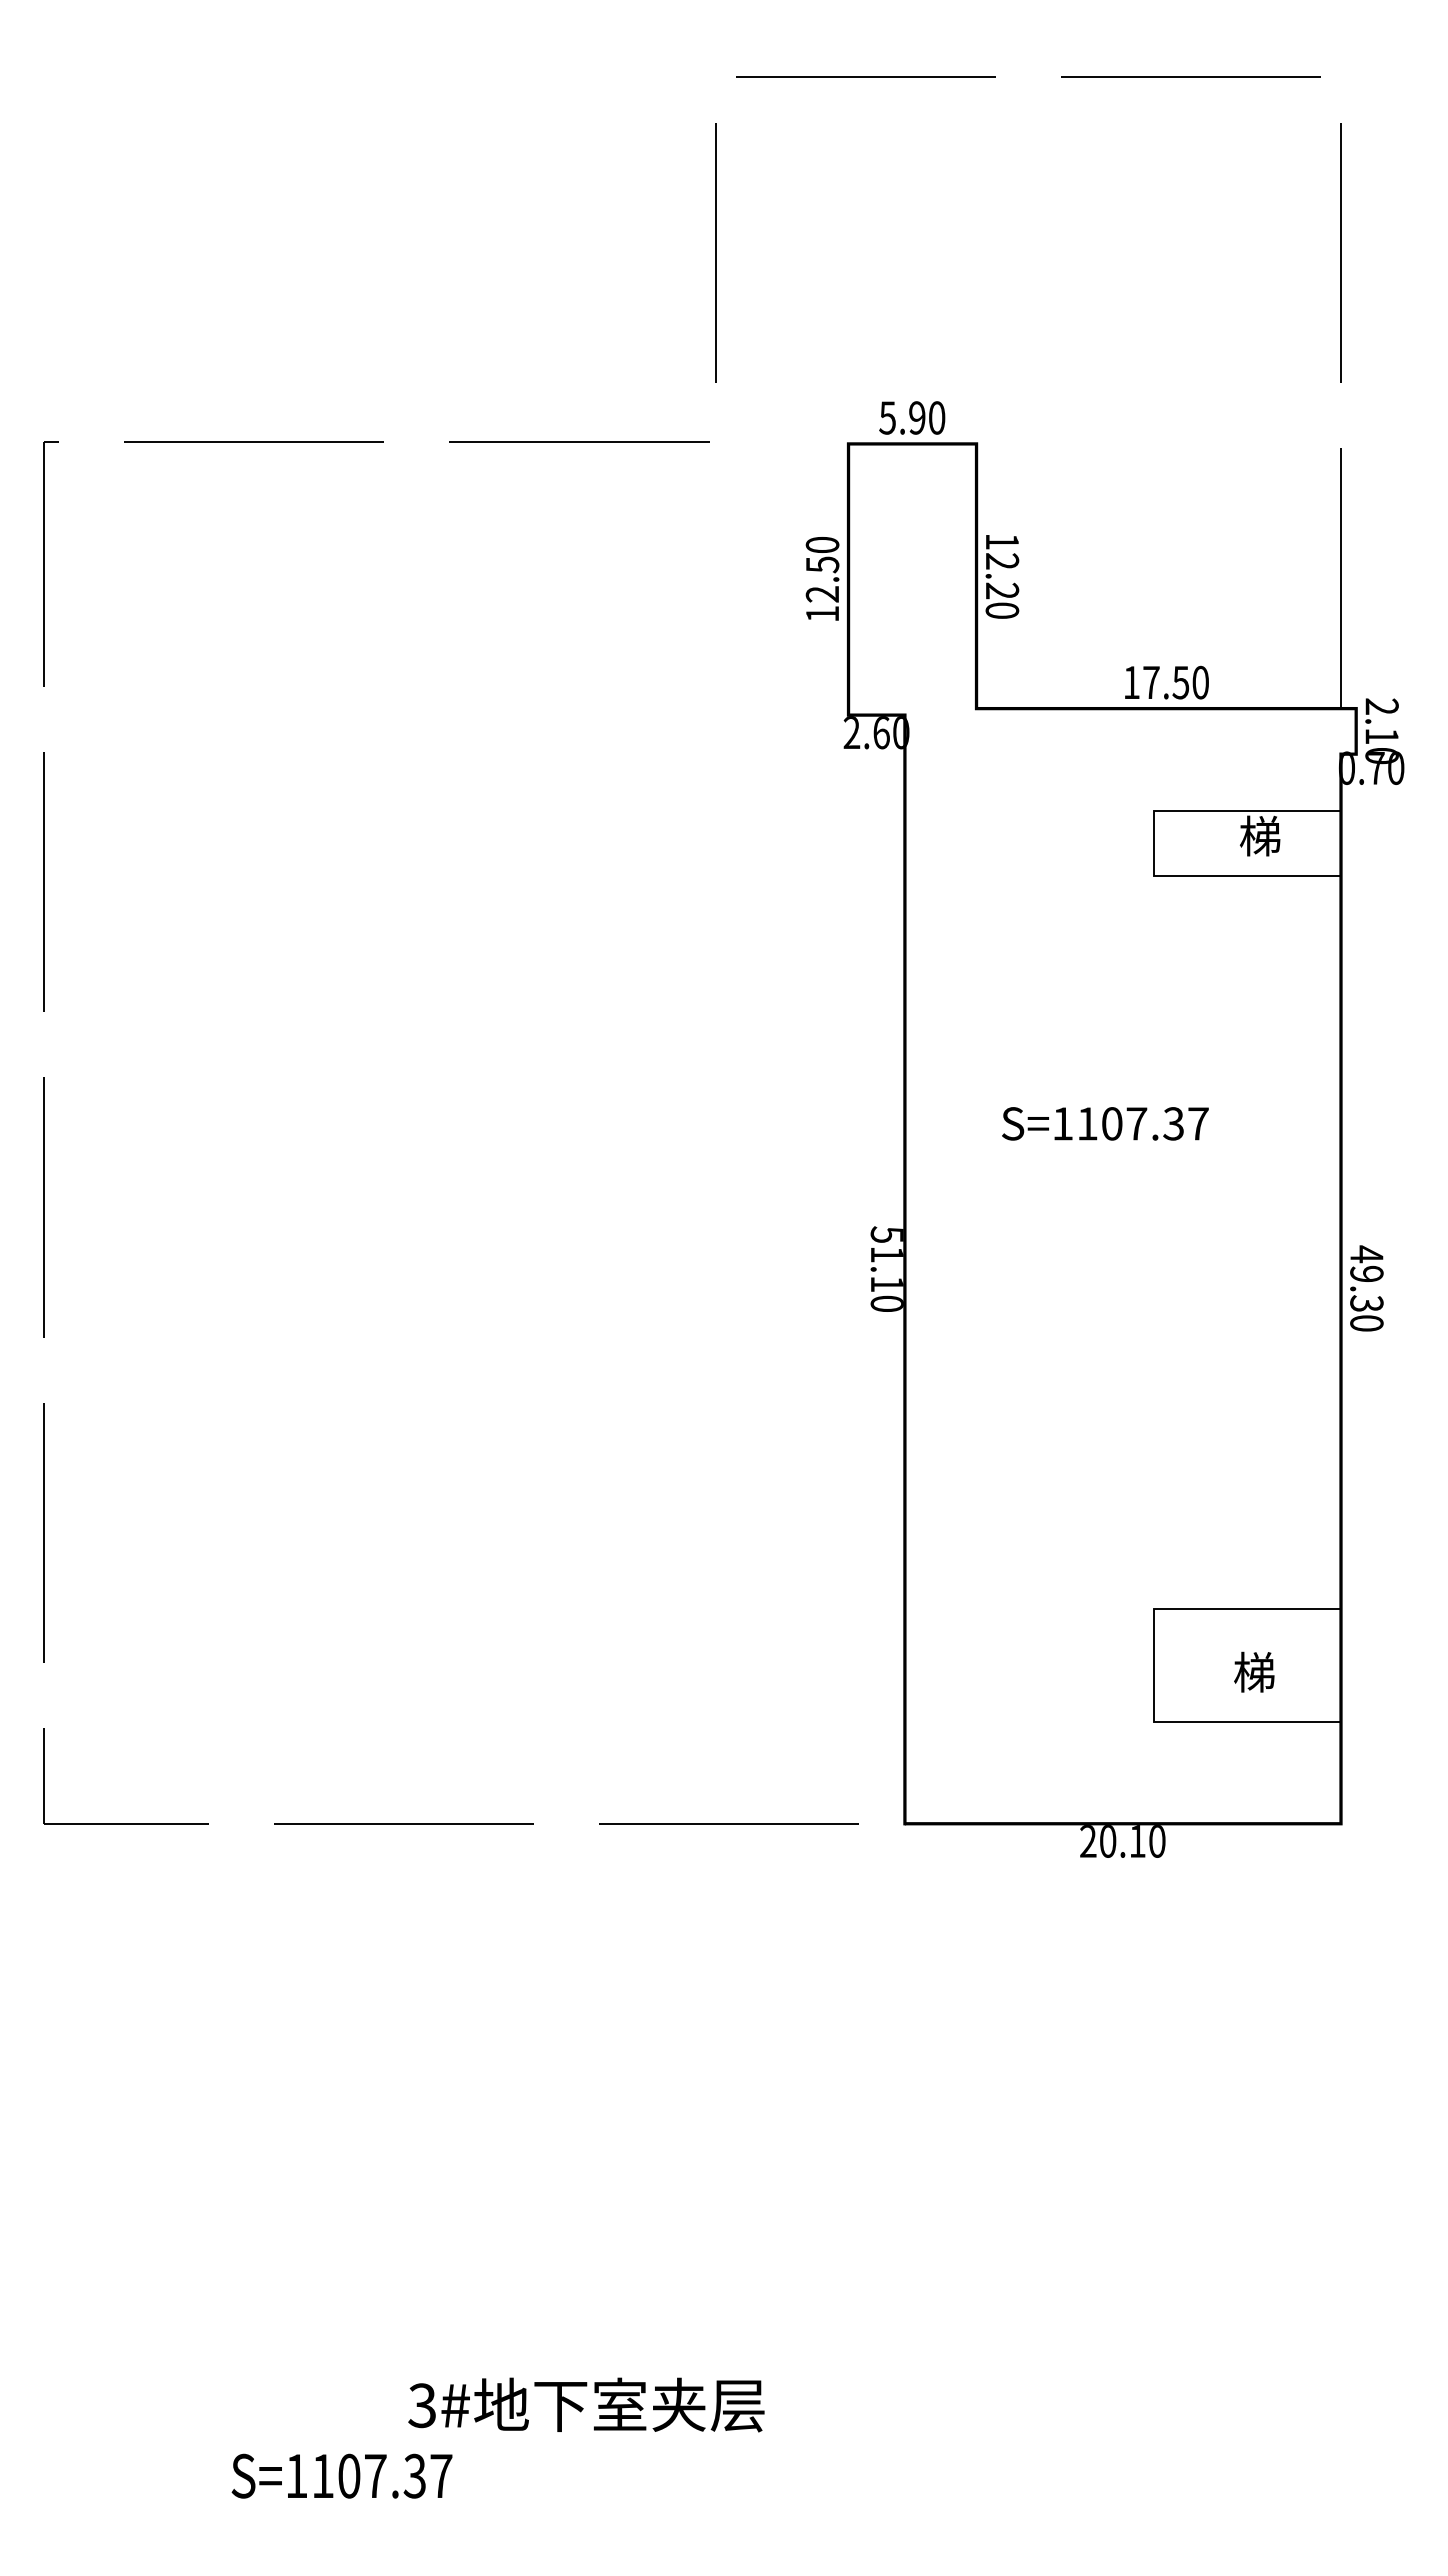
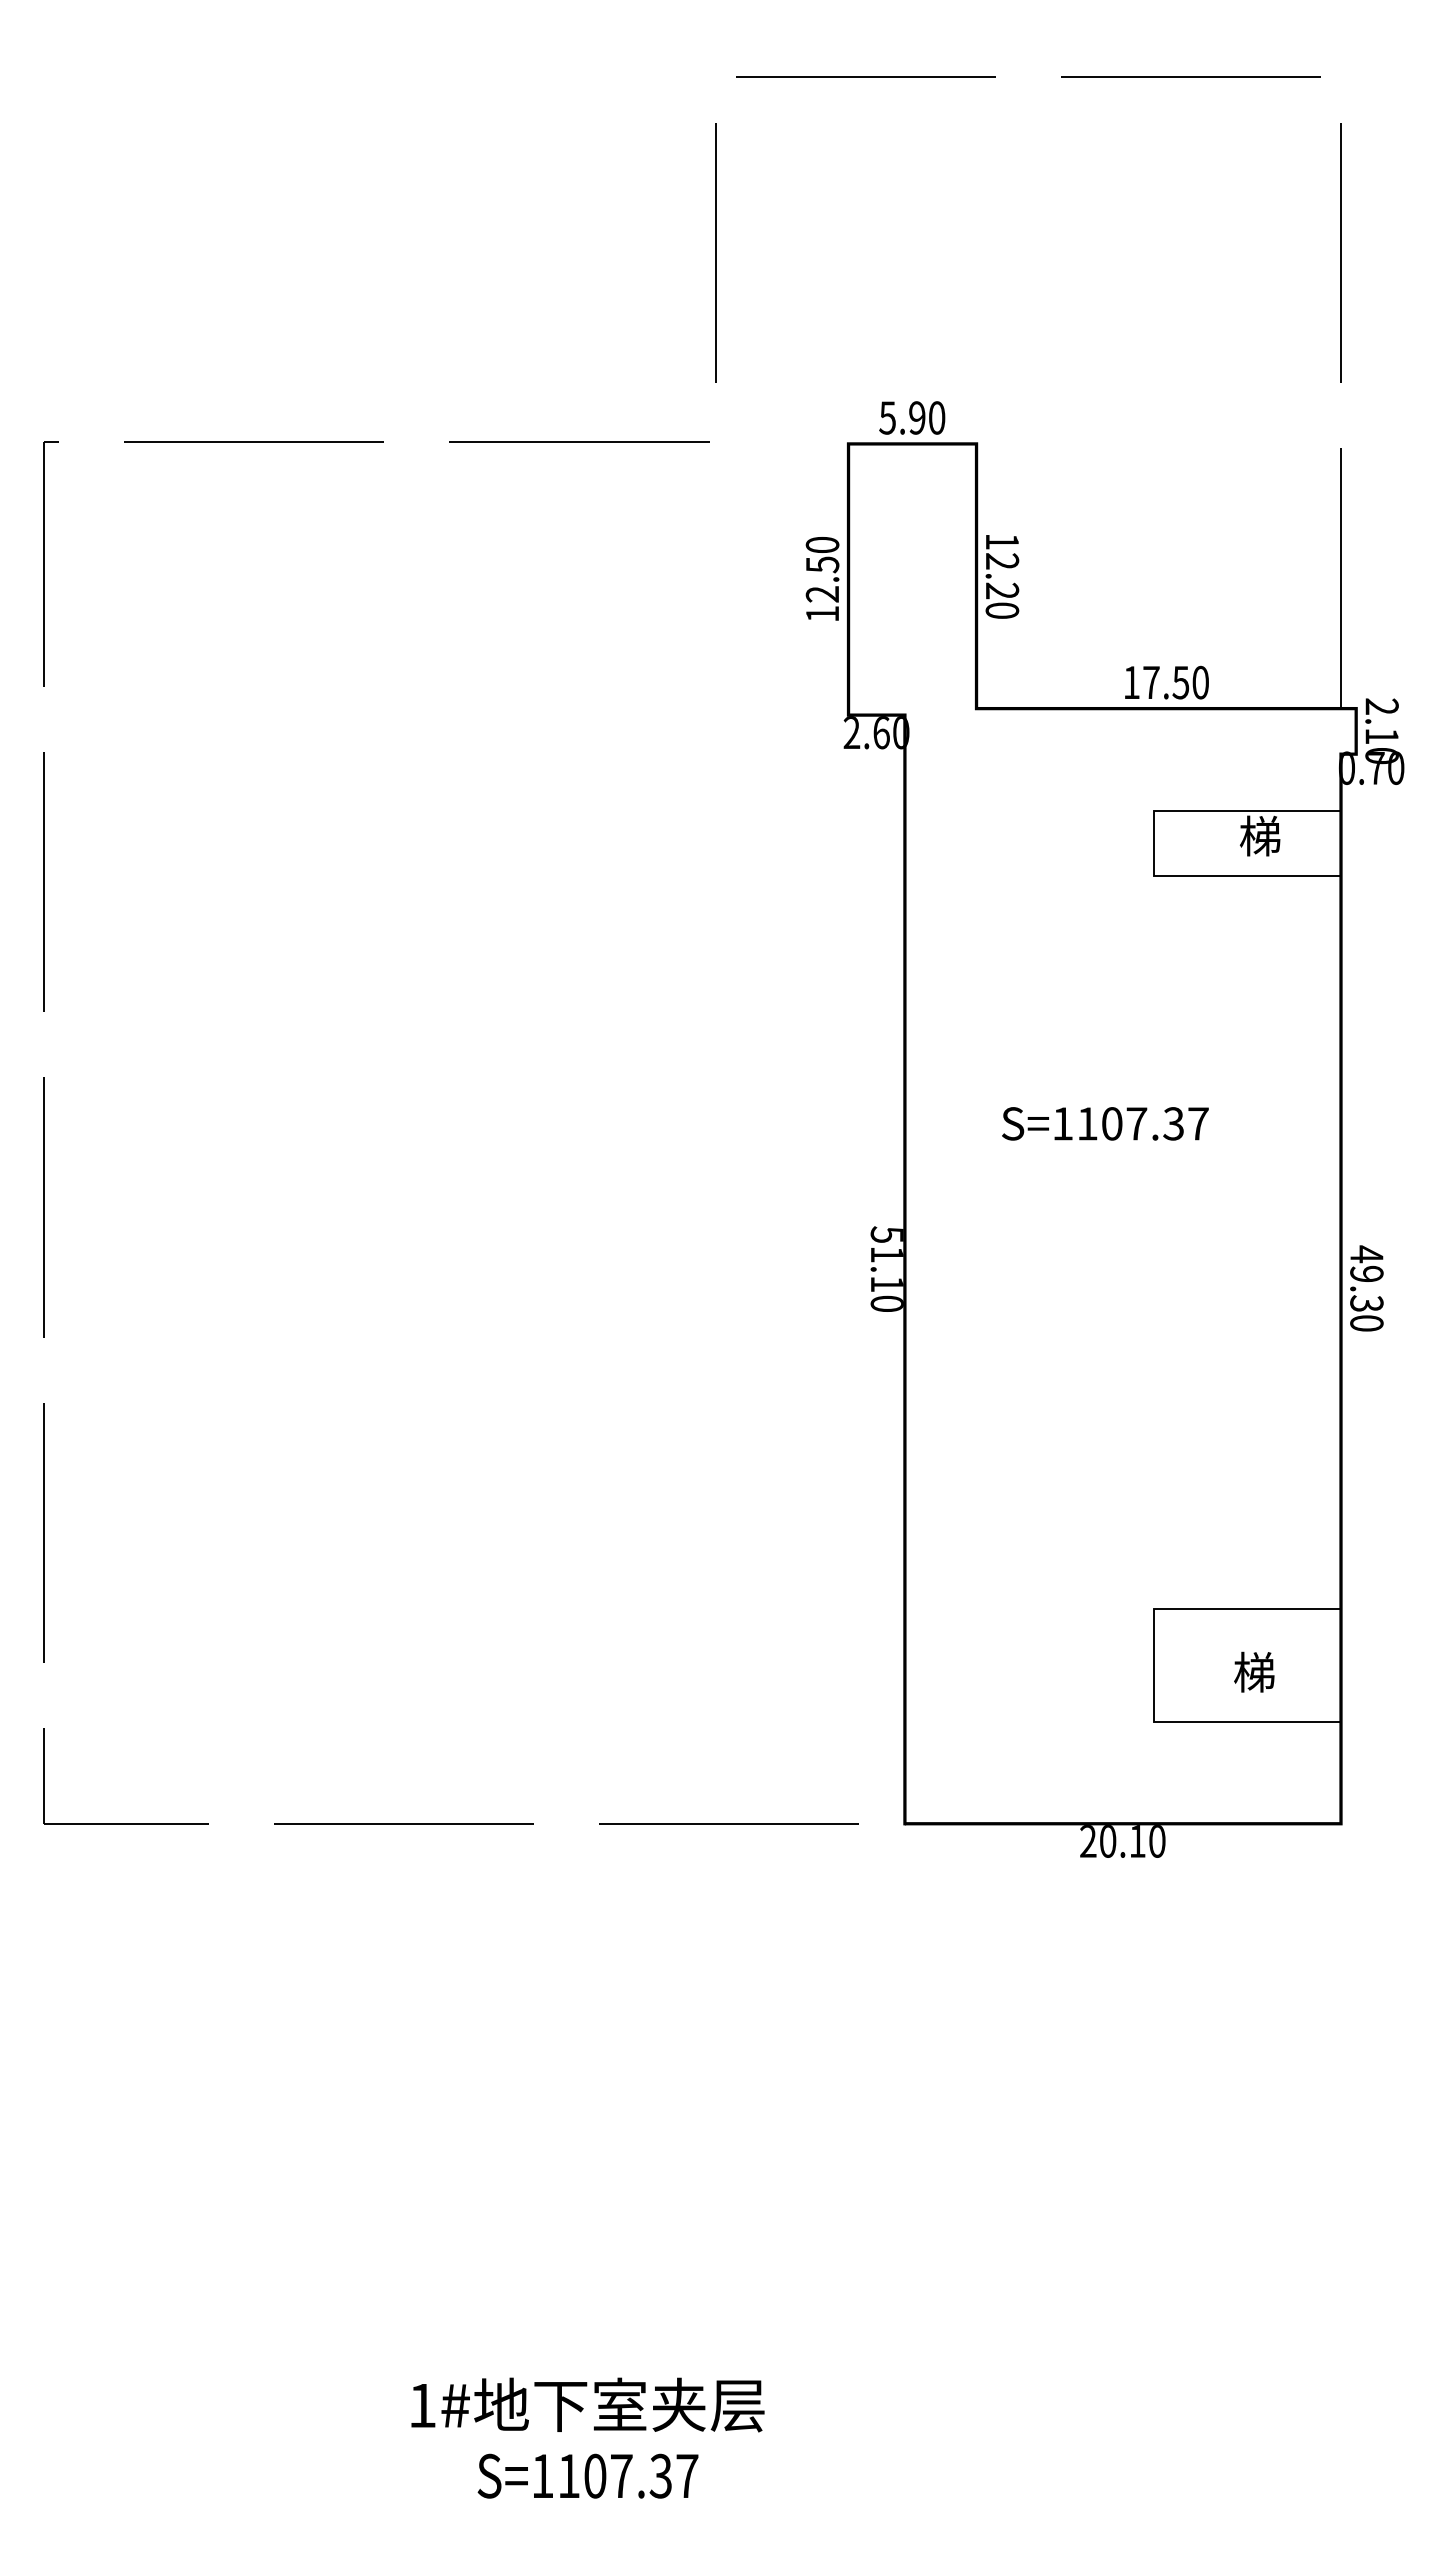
text at (421, 2405): 3# -> 1#
text at (341, 2475) position: (341, 2475) -> (587, 2475)
